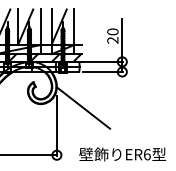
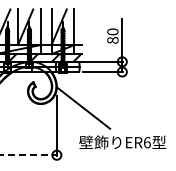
text at (112, 39): 20 -> 80
text at (122, 154) position: (122, 154) -> (122, 142)
line at (28, 155): solid -> dashed
